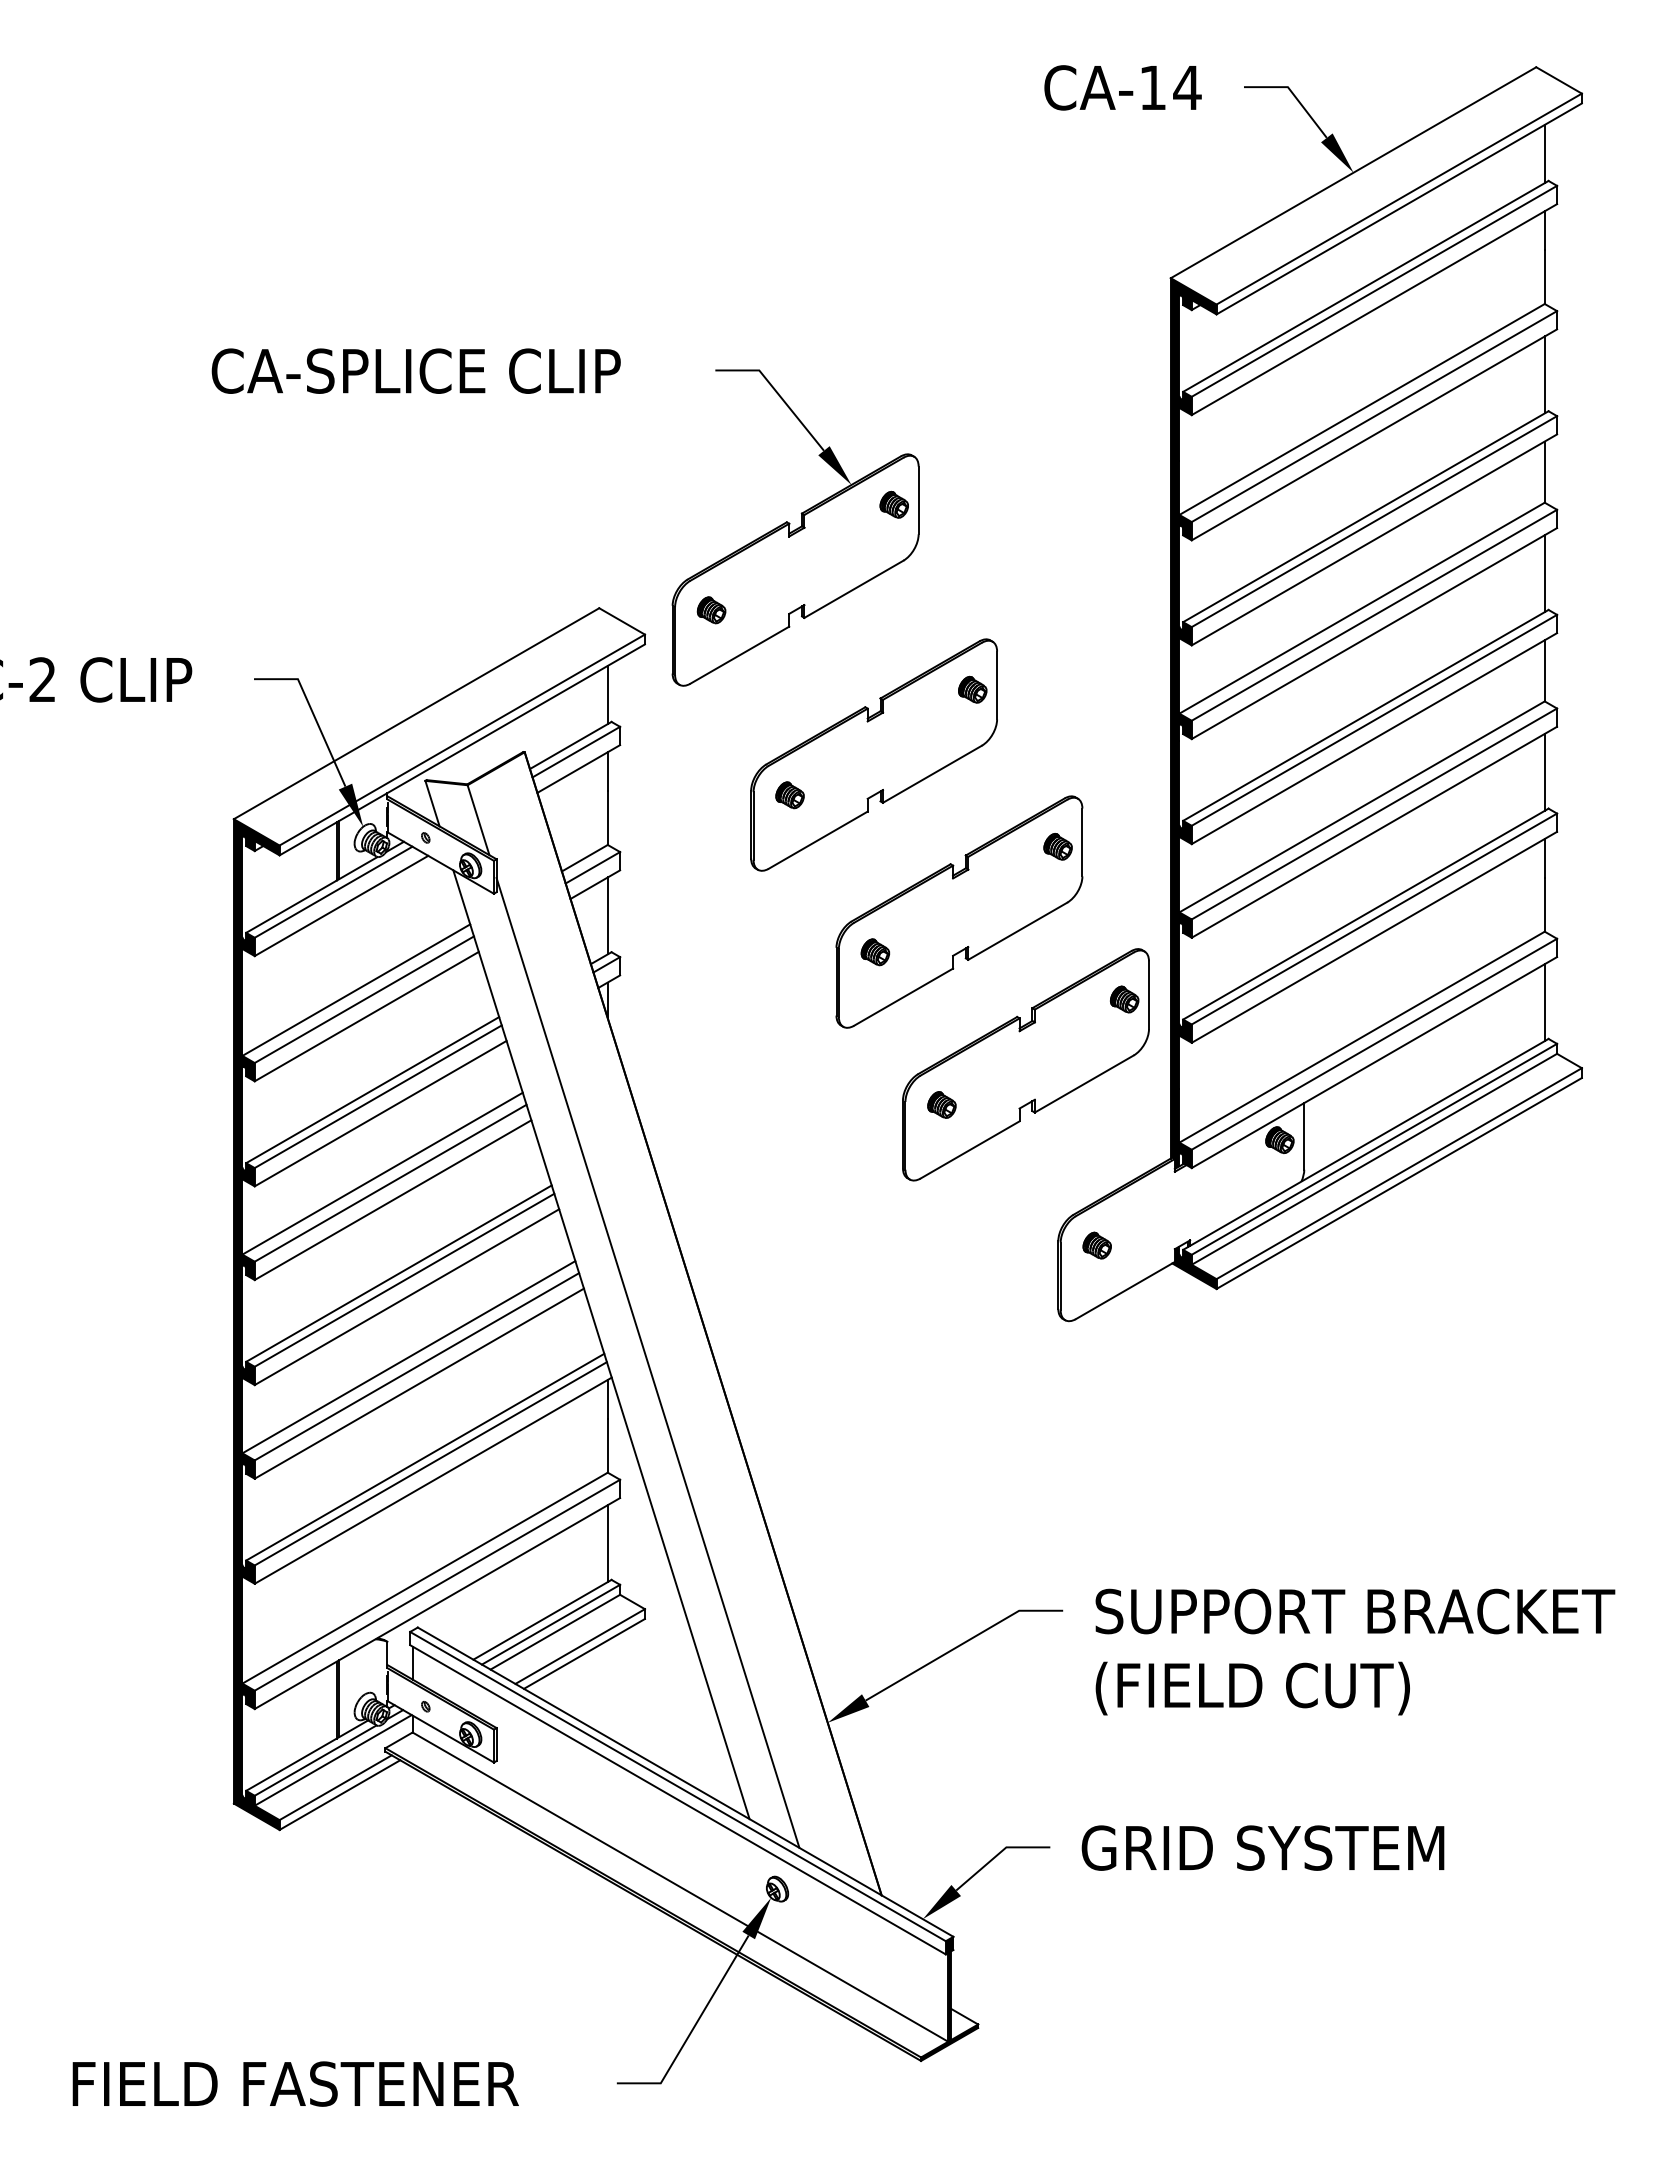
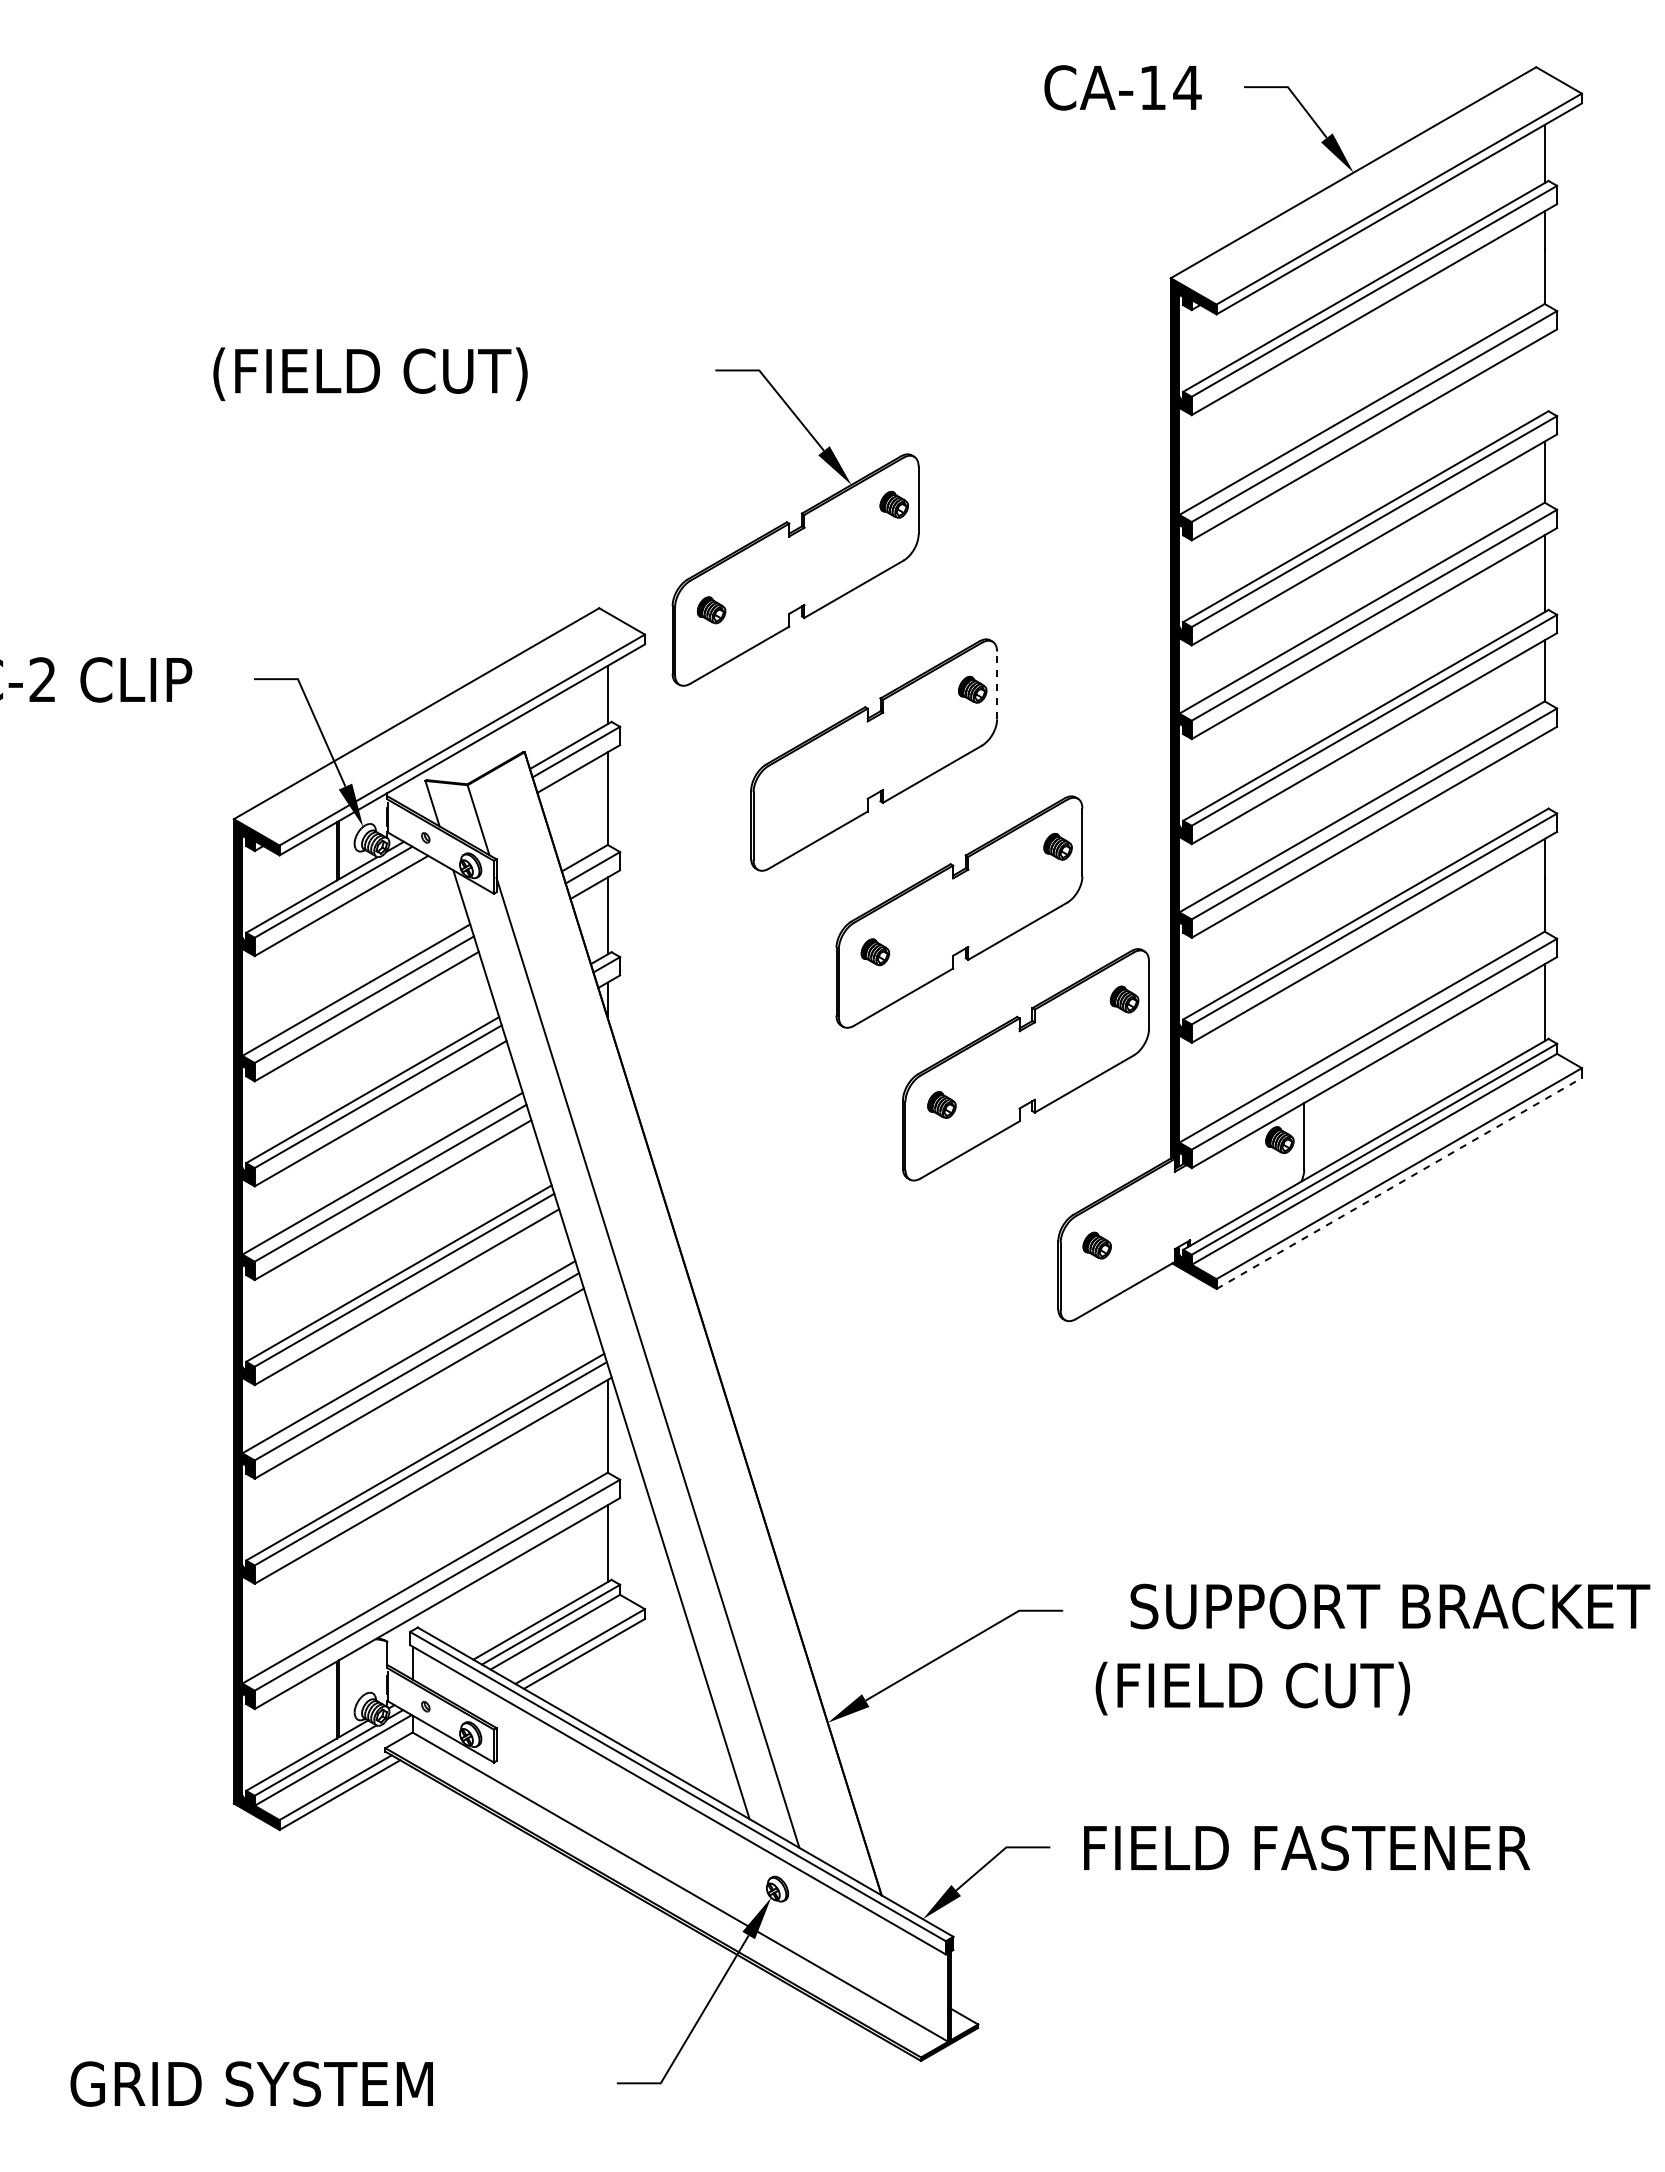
text at (415, 374): CA-SPLICE CLIP -> (FIELD CUT)
line at (1544, 374): present -> none
line at (997, 685): solid -> dashed
line at (1544, 771): present -> none
part at (789, 795): present -> none
line at (1399, 1183): solid -> dashed
text at (1355, 1611) position: (1355, 1611) -> (1390, 1606)
text at (1305, 1847): GRID SYSTEM -> FIELD FASTENER
text at (294, 2083): FIELD FASTENER -> GRID SYSTEM
